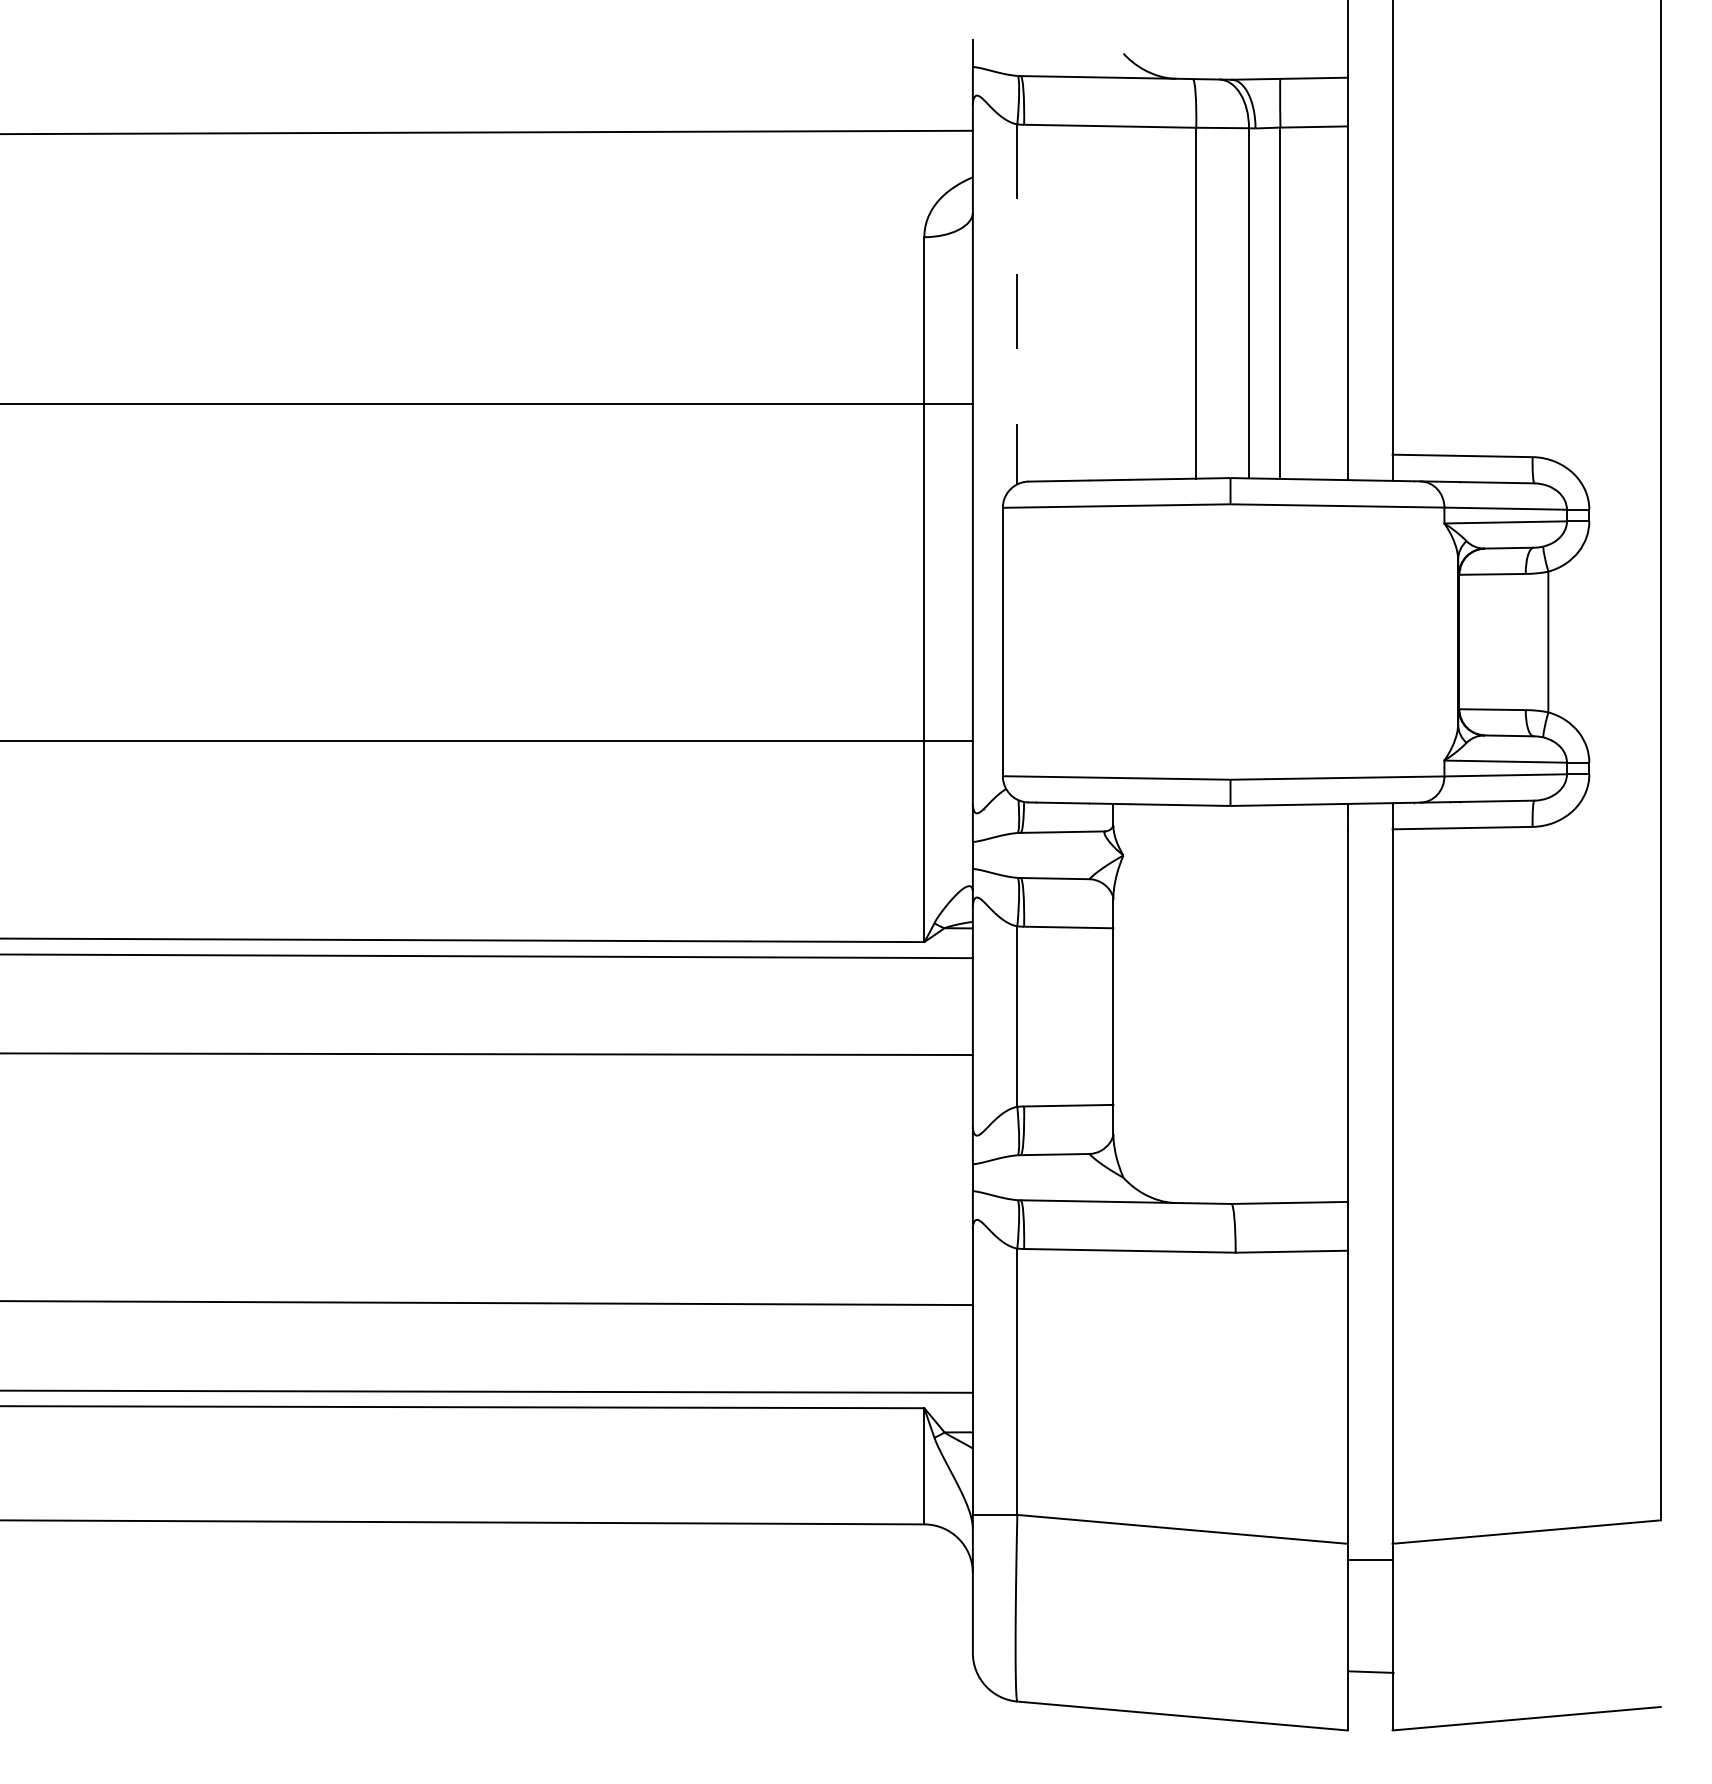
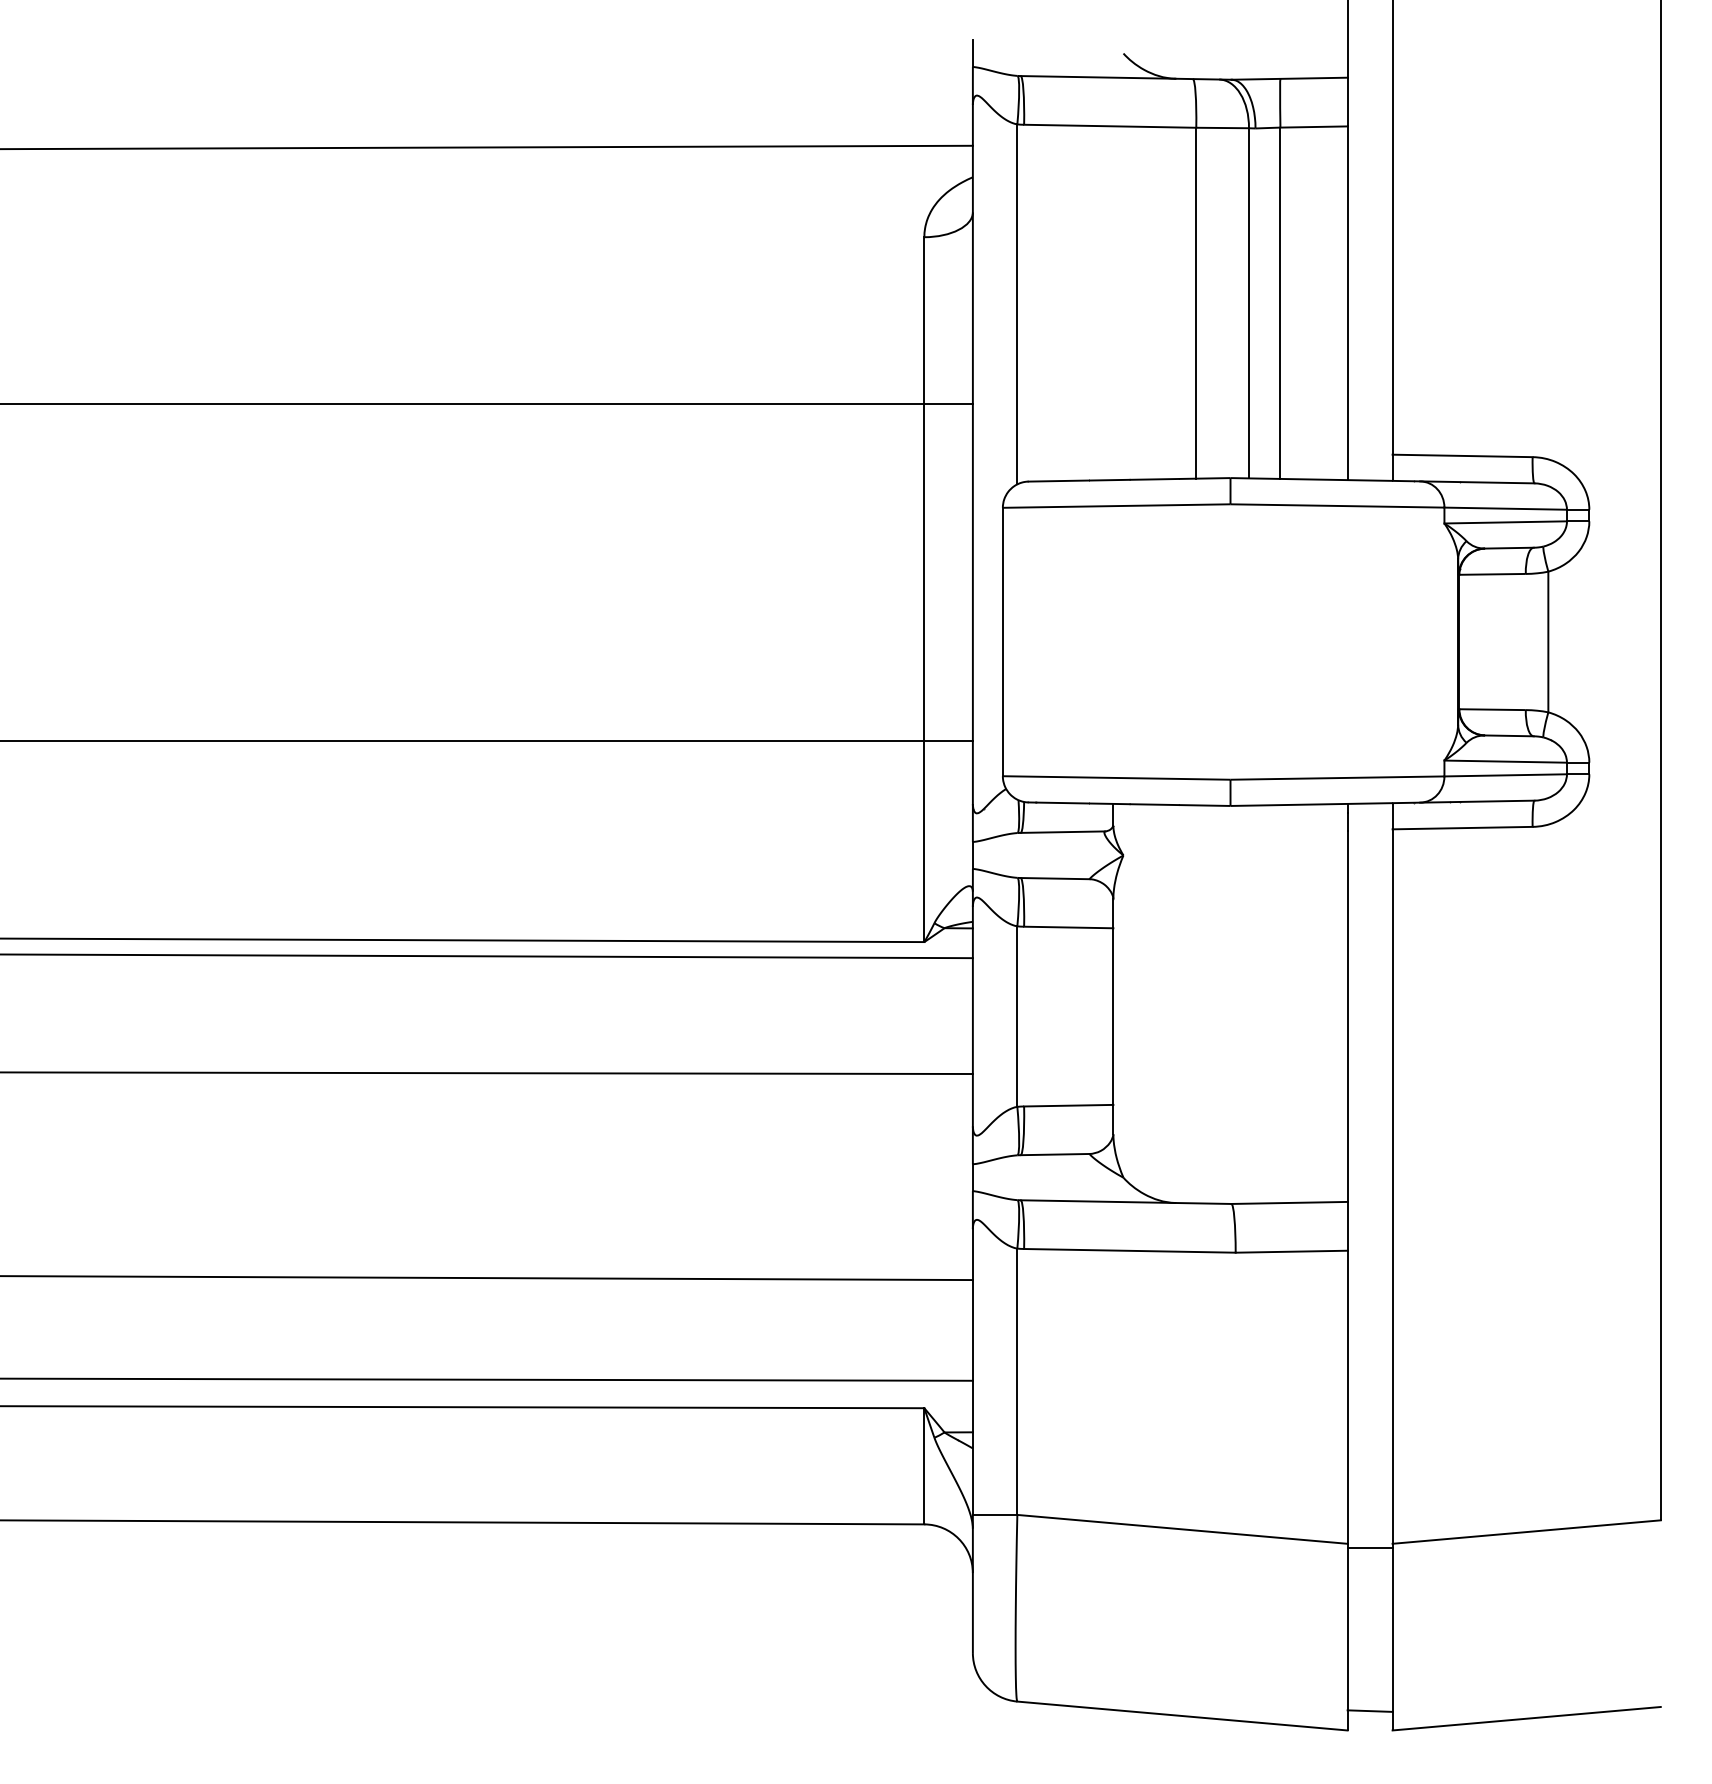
line at (487, 132) position: (487, 132) -> (487, 147)
line at (1017, 304): dashed -> solid
line at (487, 1054) position: (487, 1054) -> (487, 1073)
line at (487, 1303) position: (487, 1303) -> (487, 1278)
line at (487, 1391) position: (487, 1391) -> (487, 1379)
line at (1369, 1559) position: (1369, 1559) -> (1369, 1547)
line at (1370, 1671) position: (1370, 1671) -> (1369, 1710)
